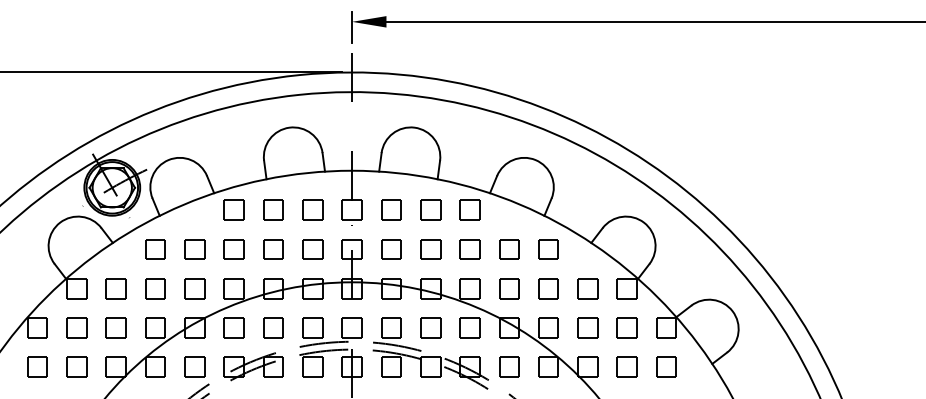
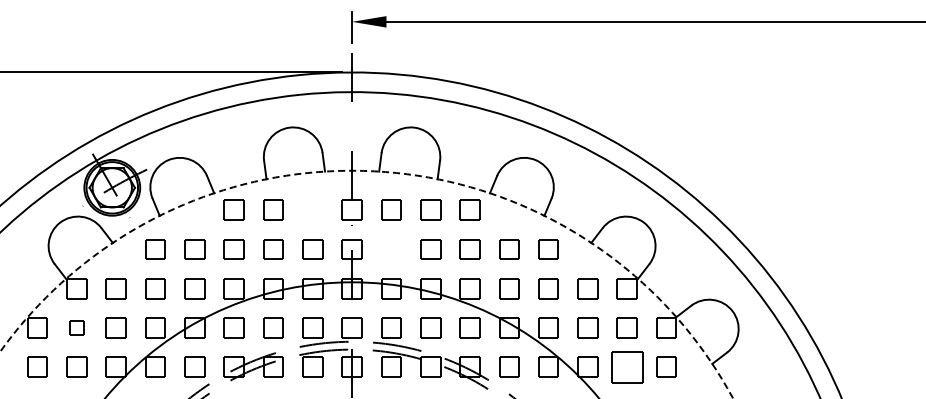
part at (312, 209): present -> none
part at (391, 249): present -> none
circle at (366, 284): solid -> dashed
part at (76, 327) size: 22x22 px -> 16x16 px
part at (626, 366) size: 22x22 px -> 33x33 px
